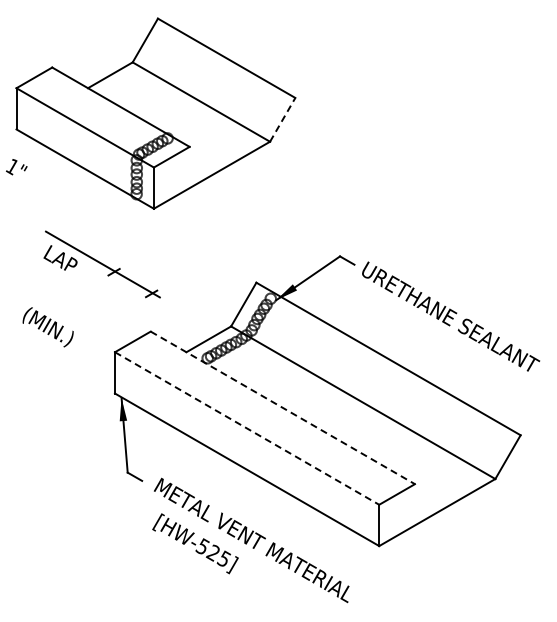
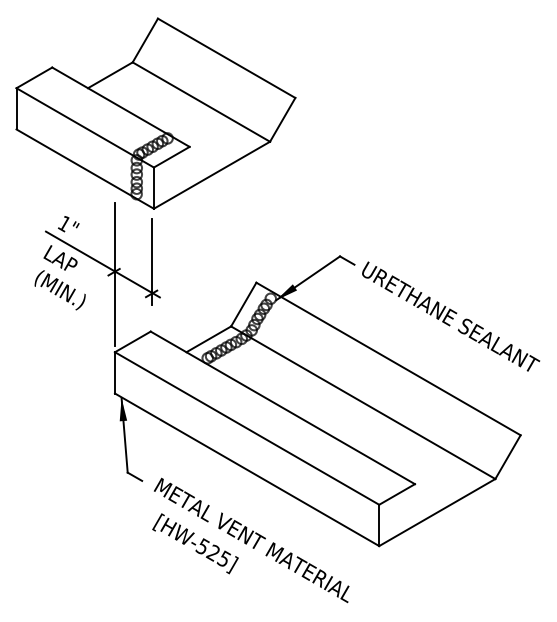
line at (282, 119): dashed -> solid
text at (16, 167) position: (16, 167) -> (68, 224)
line at (152, 261): none -> present
line at (115, 274): none -> present
text at (47, 327) position: (47, 327) -> (59, 290)
line at (282, 407): dashed -> solid
line at (247, 428): dashed -> solid
